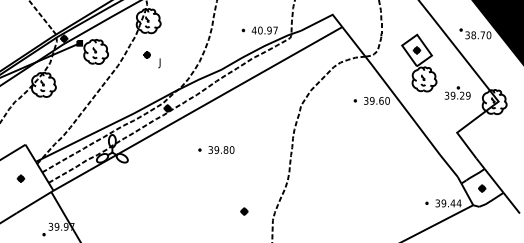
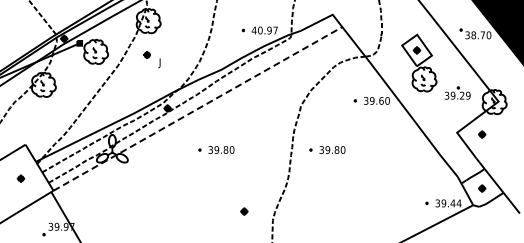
line at (197, 108): solid -> dashed
part at (482, 134): none -> present
part at (327, 149): none -> present
